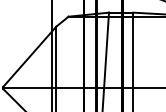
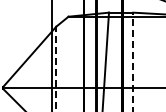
line at (133, 62): solid -> dashed
line at (56, 68): solid -> dashed
